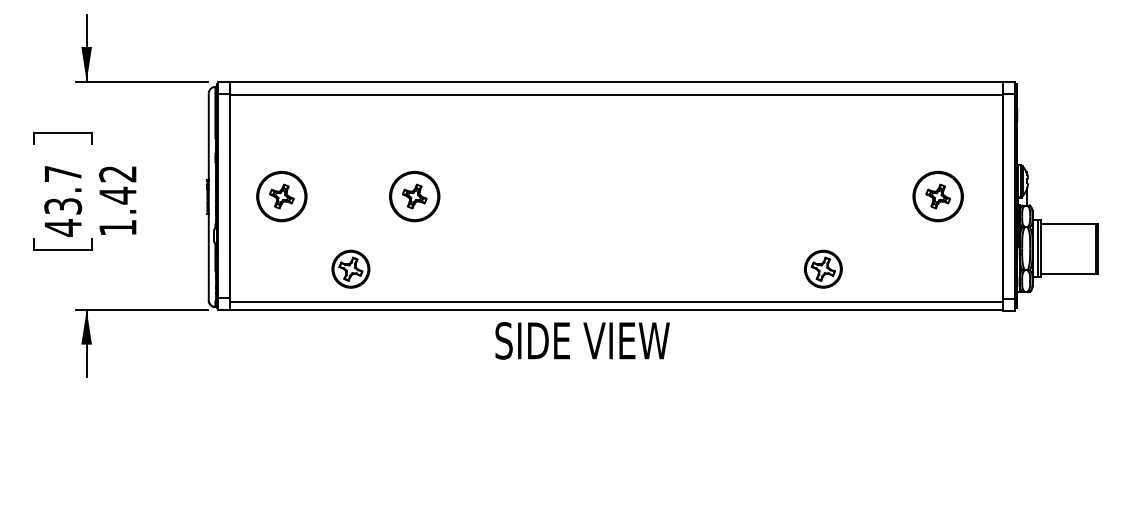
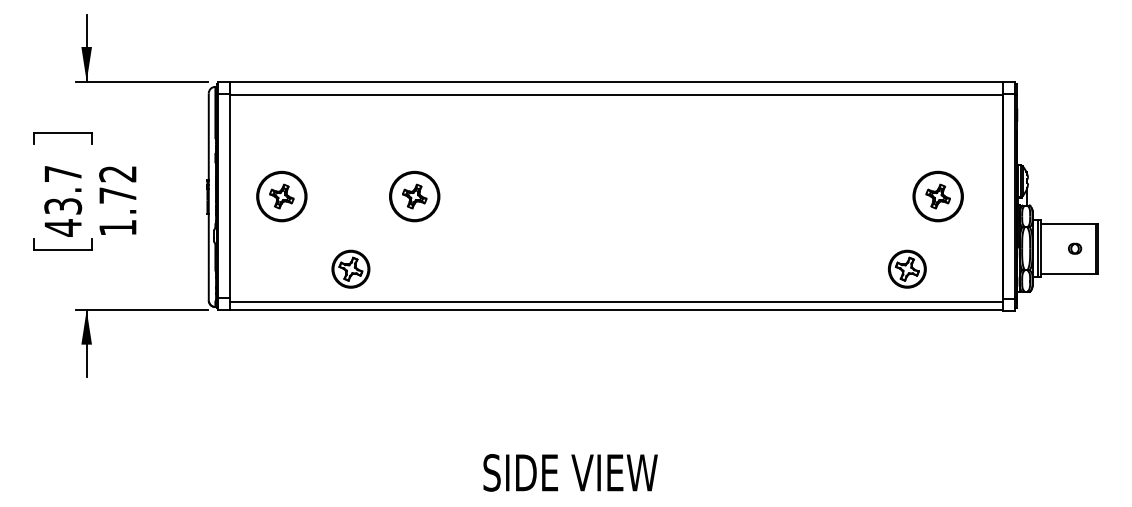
text at (117, 195): 1.42 -> 1.72
part at (1075, 248): none -> present
part at (823, 268) position: (823, 268) -> (907, 268)
text at (582, 340) position: (582, 340) -> (570, 472)
